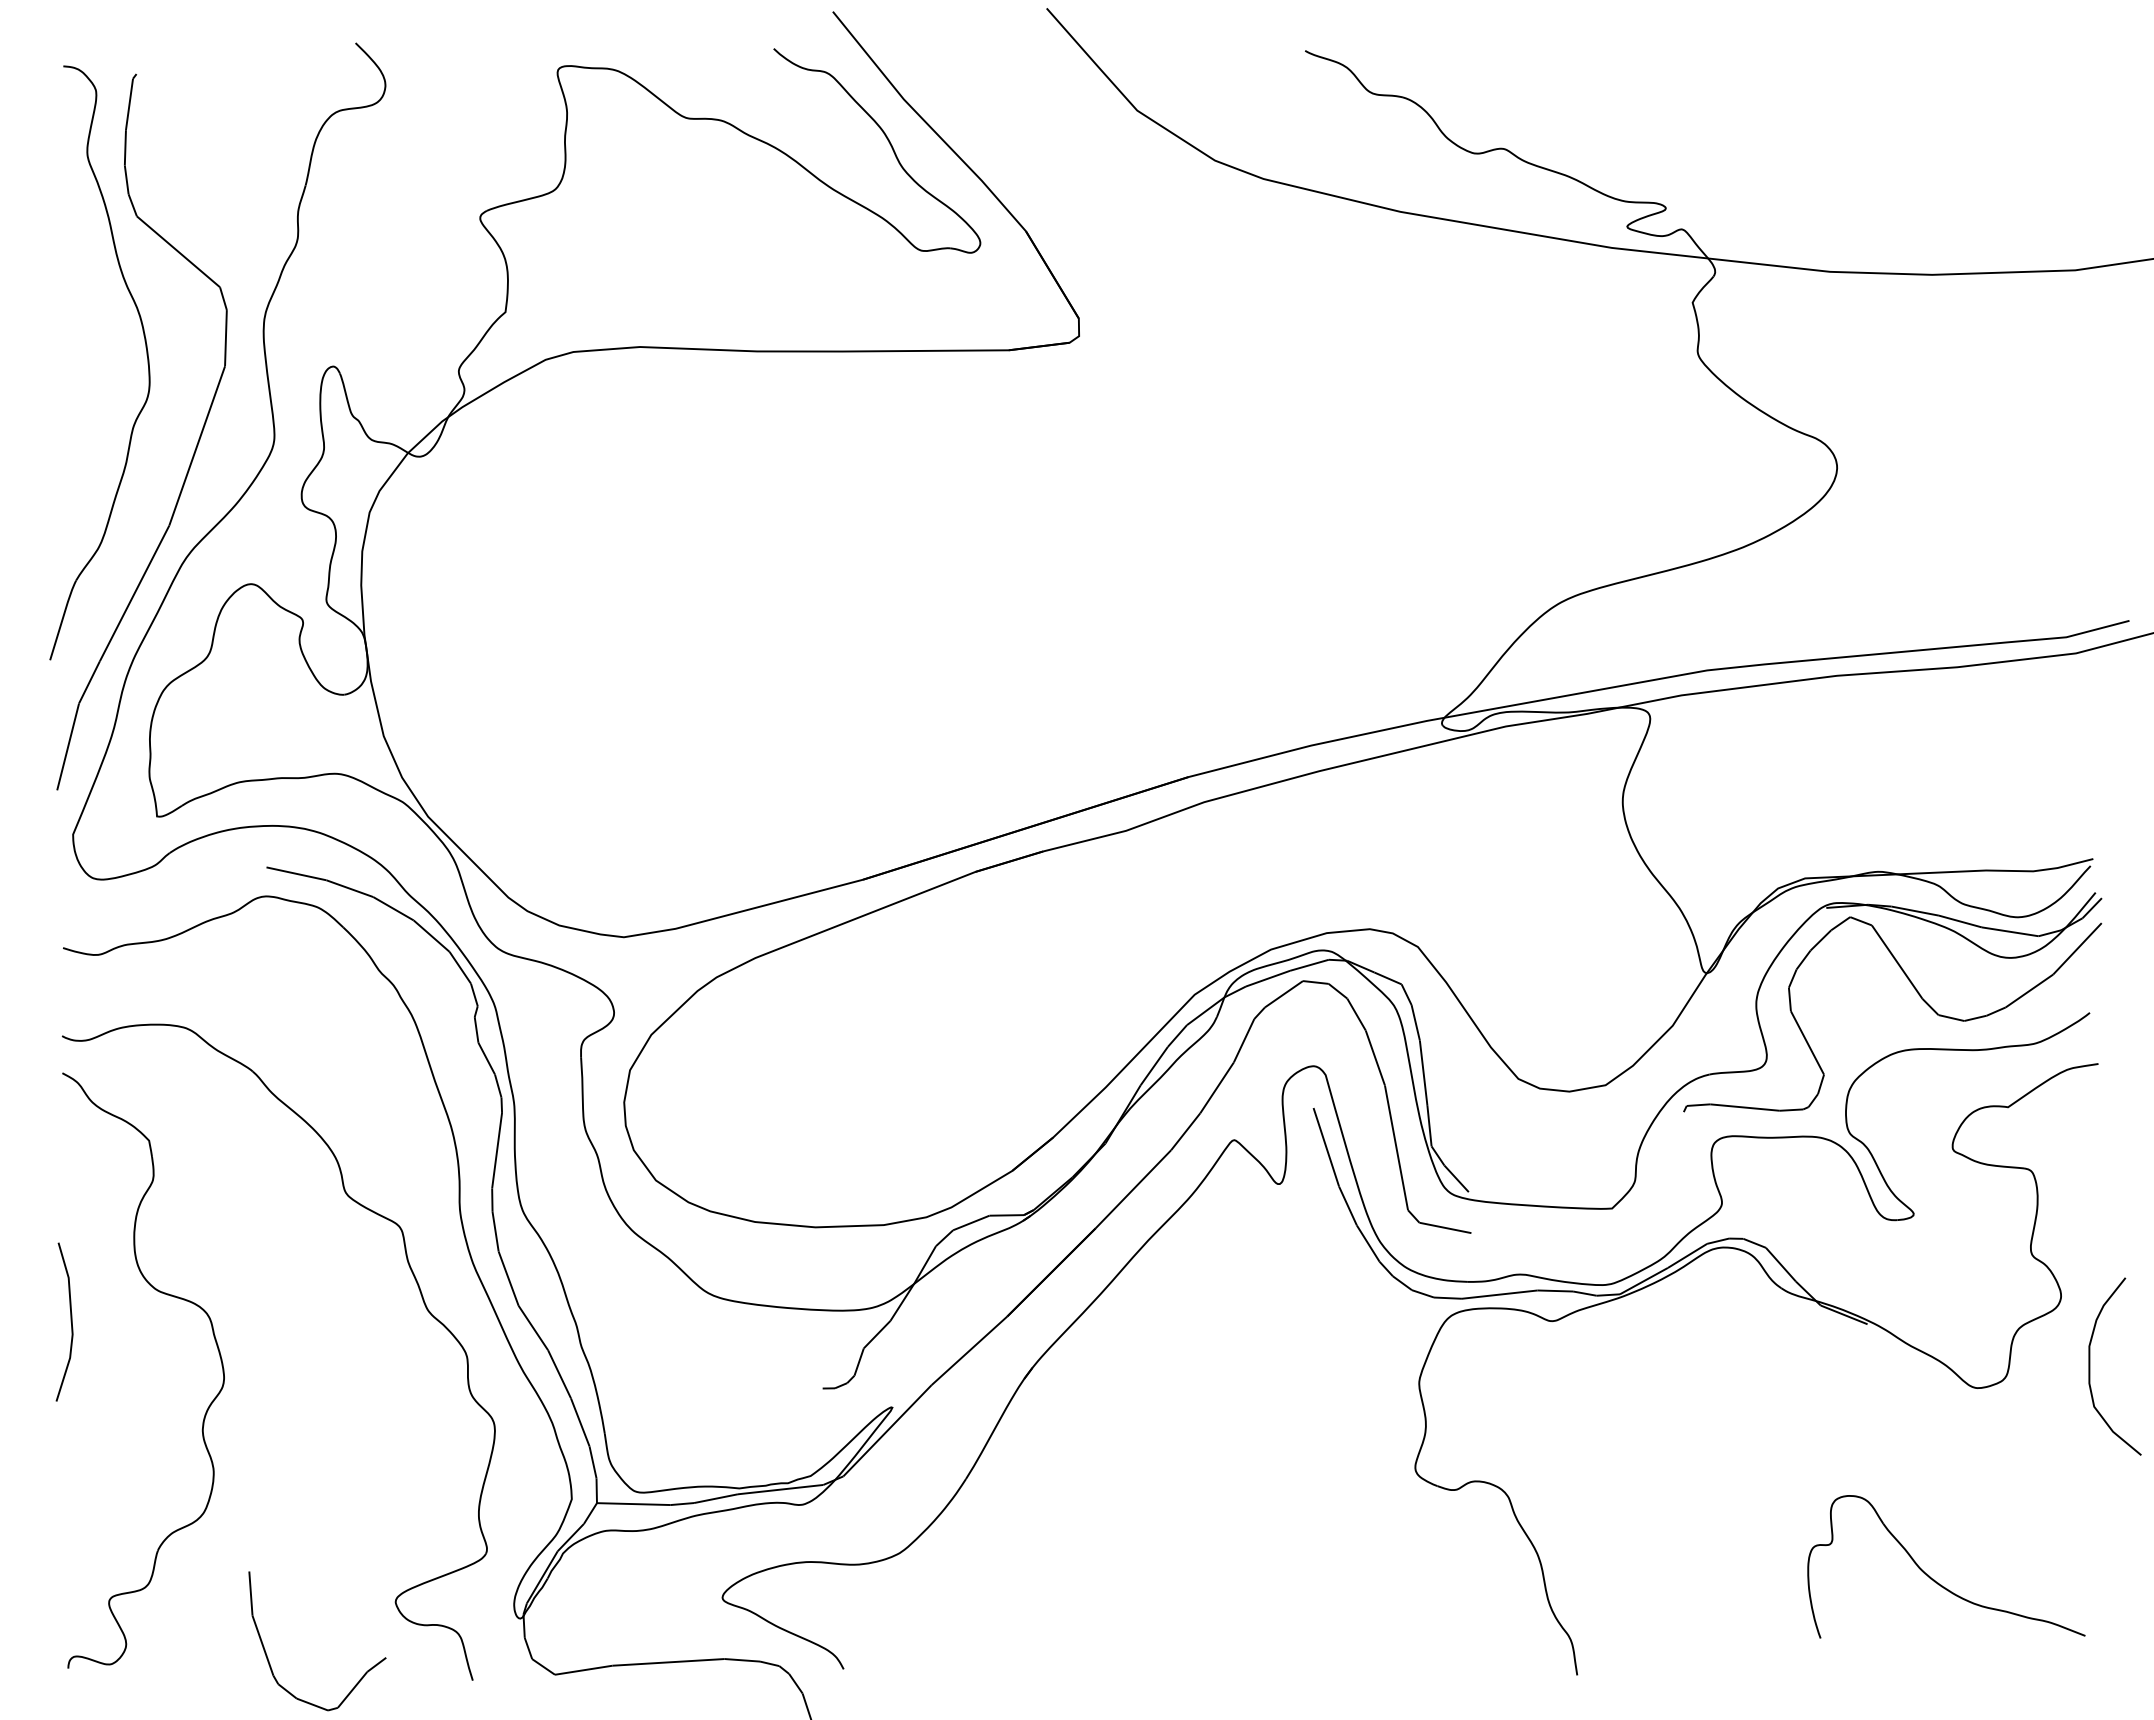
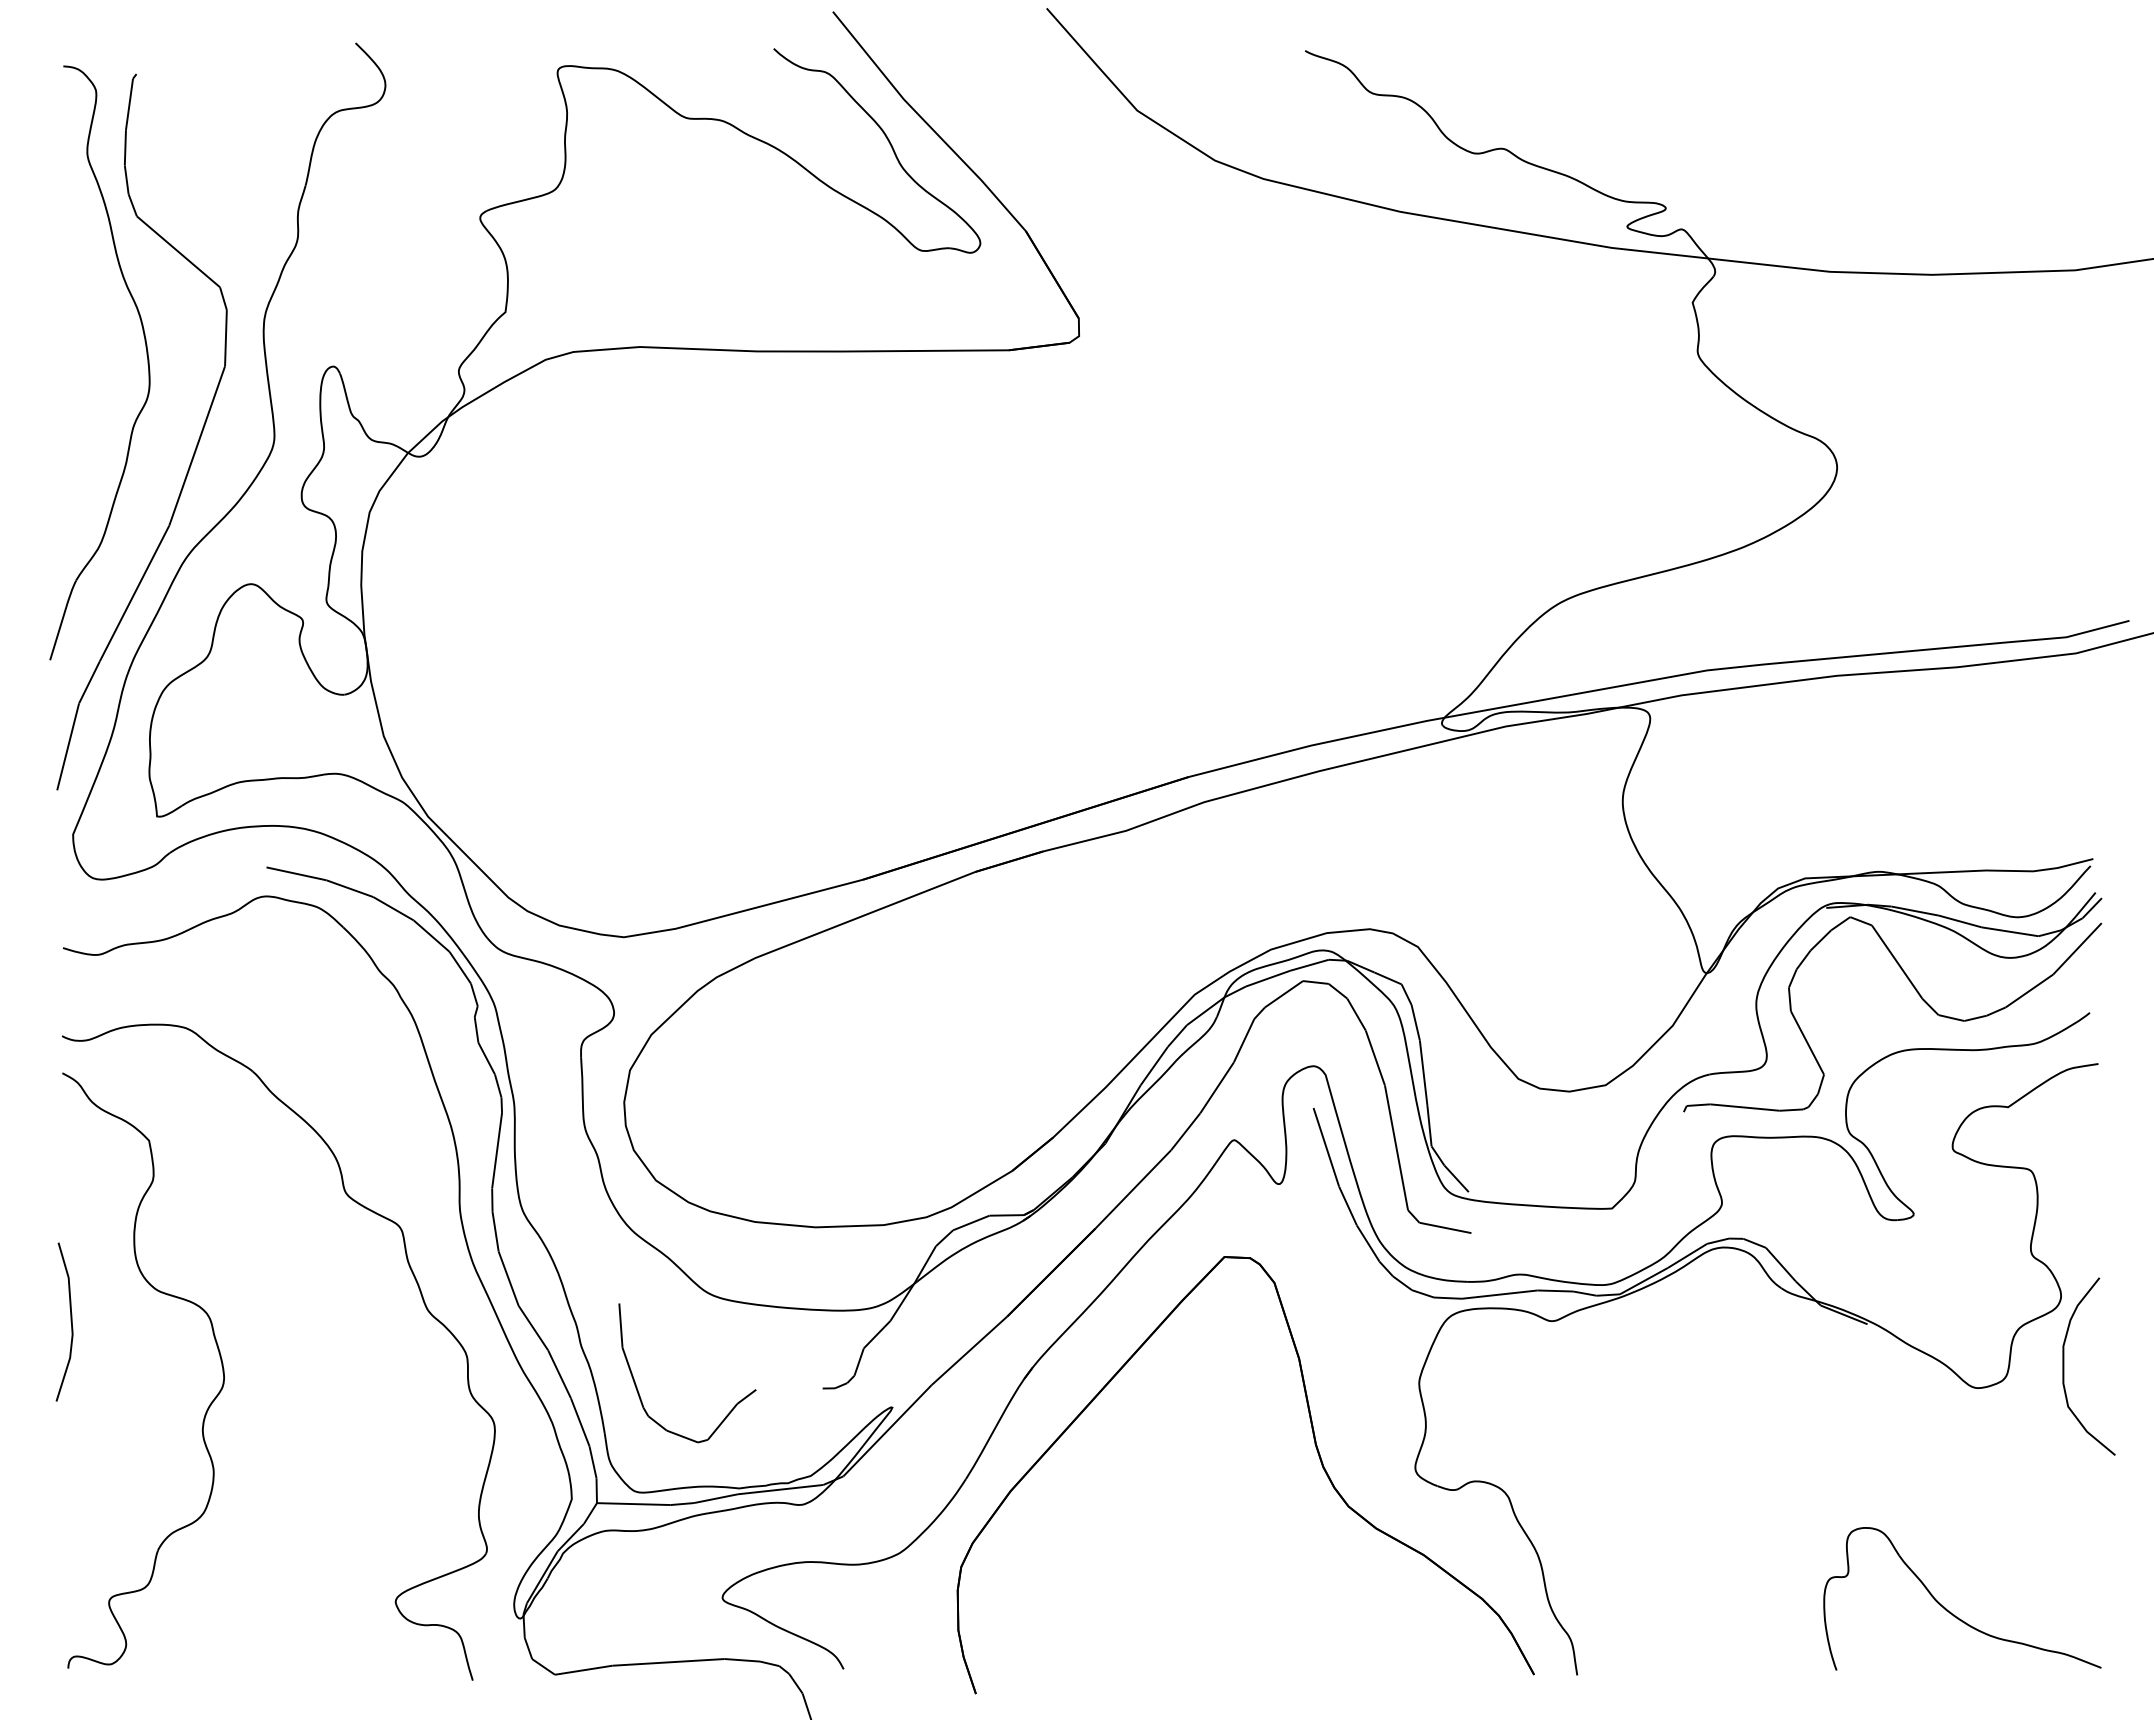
curve at (2090, 1366) position: (2090, 1366) -> (2064, 1366)
part at (1316, 1450): none -> present
part at (1934, 1579) position: (1934, 1579) -> (1950, 1611)
curve at (269, 1660) position: (269, 1660) -> (639, 1392)
